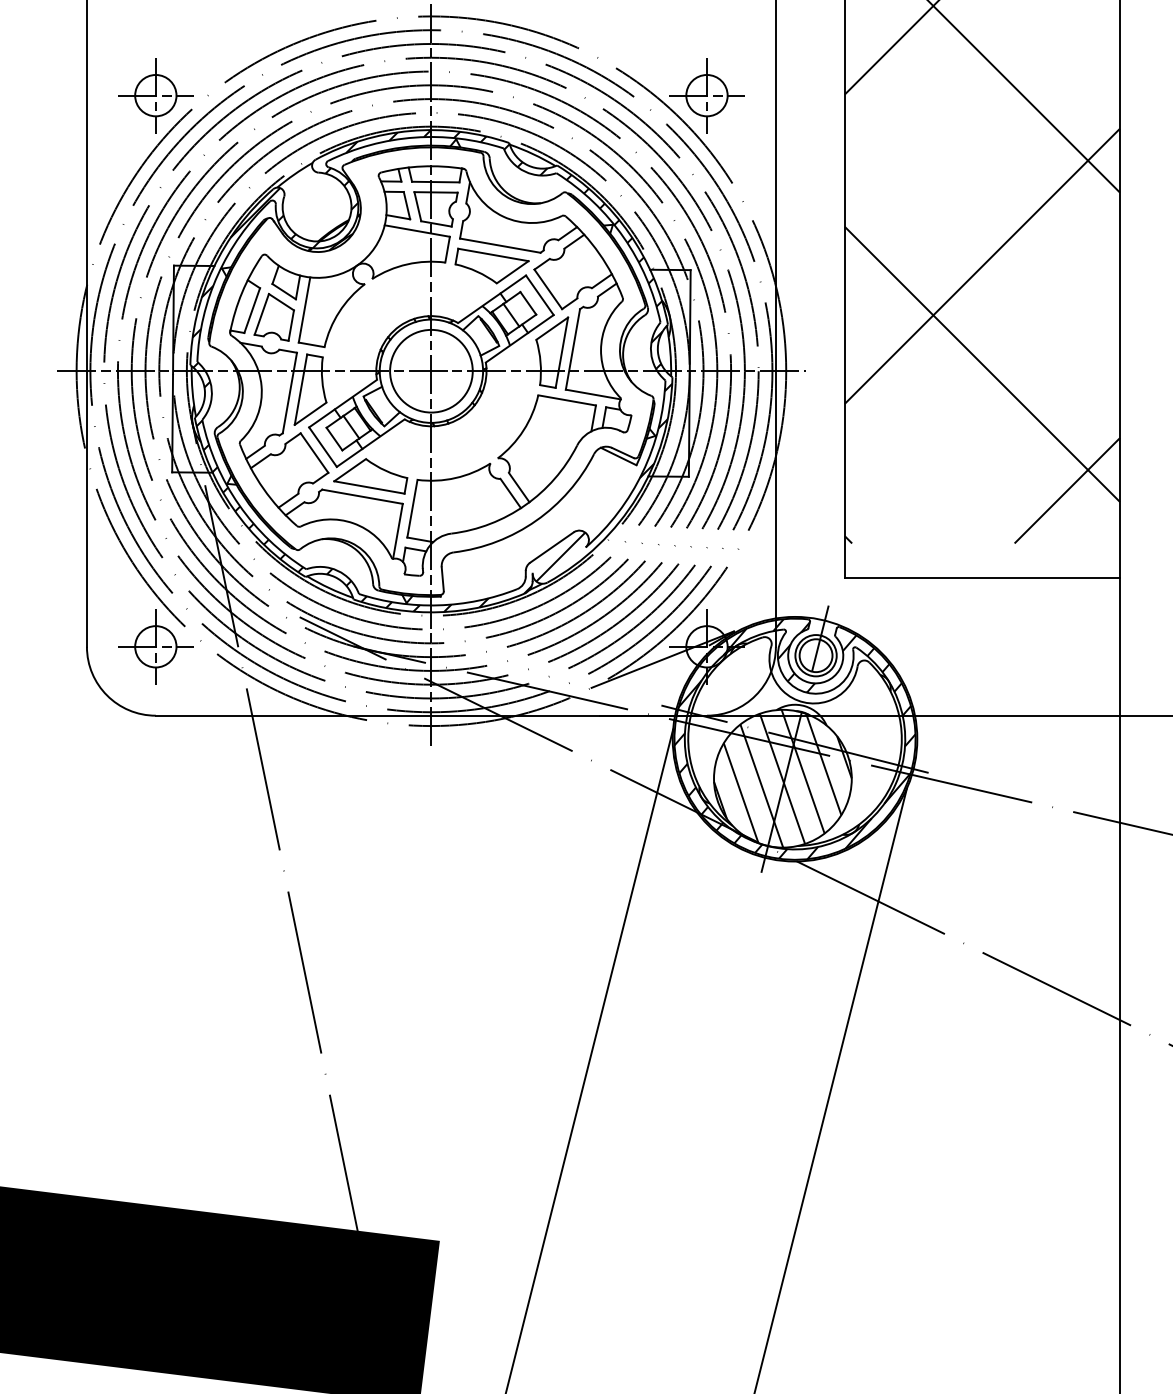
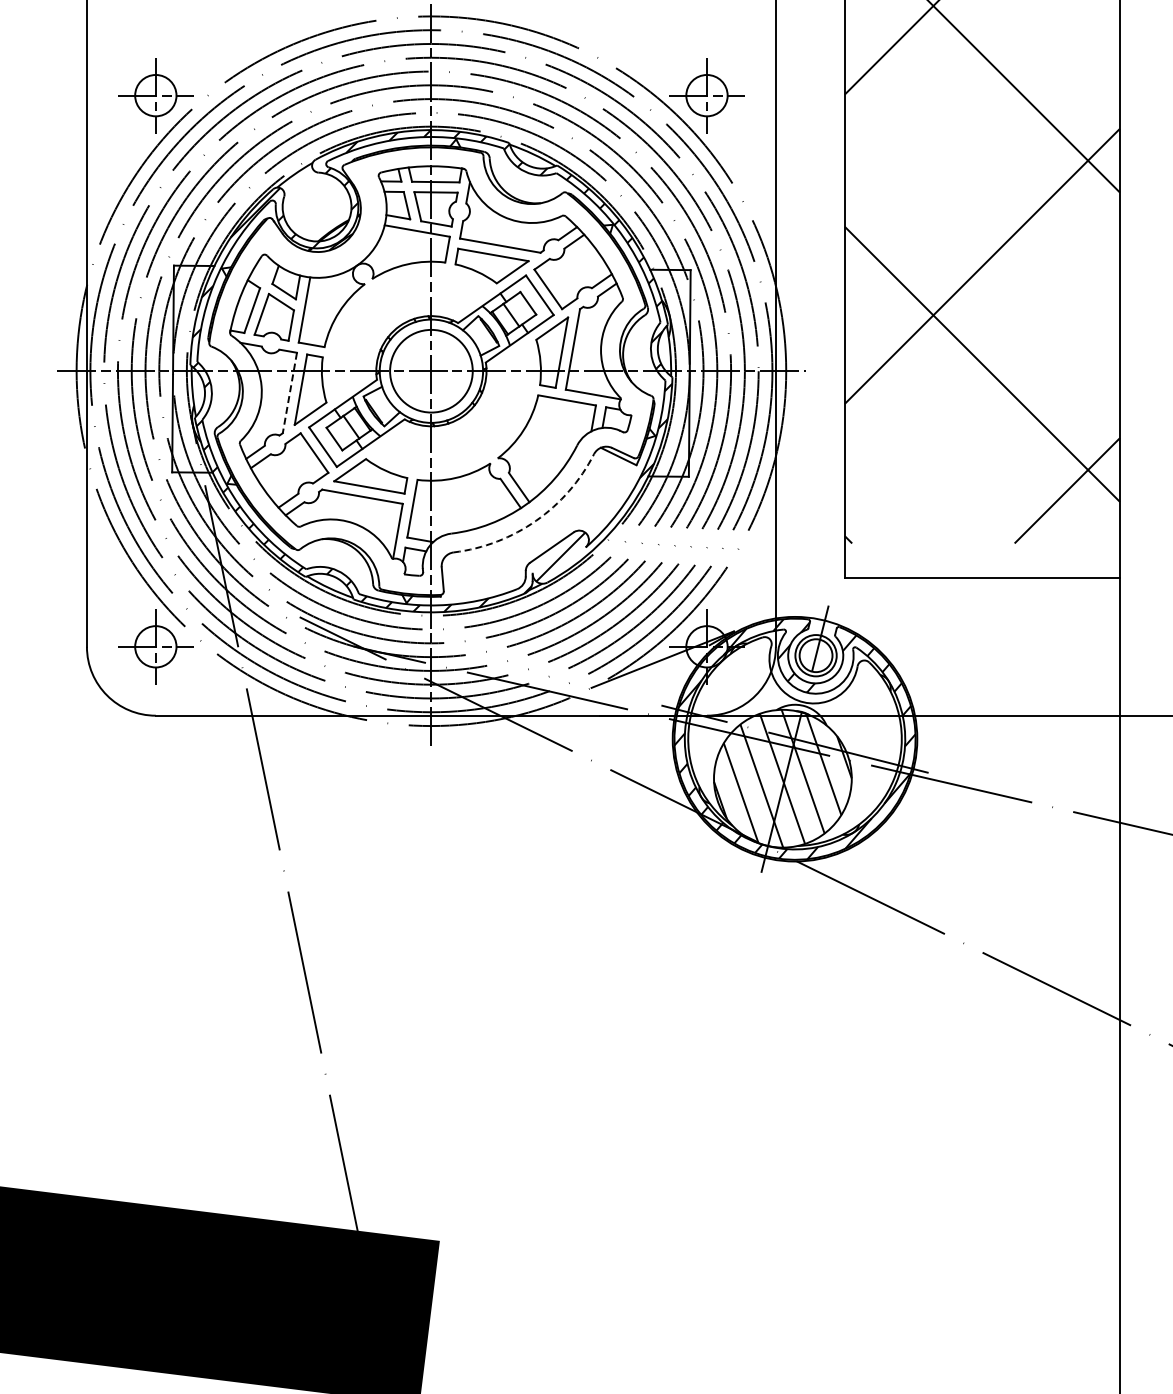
line at (289, 393): solid -> dashed
arc at (536, 520): solid -> dashed
line at (589, 1059): present -> none
line at (830, 1089): present -> none
